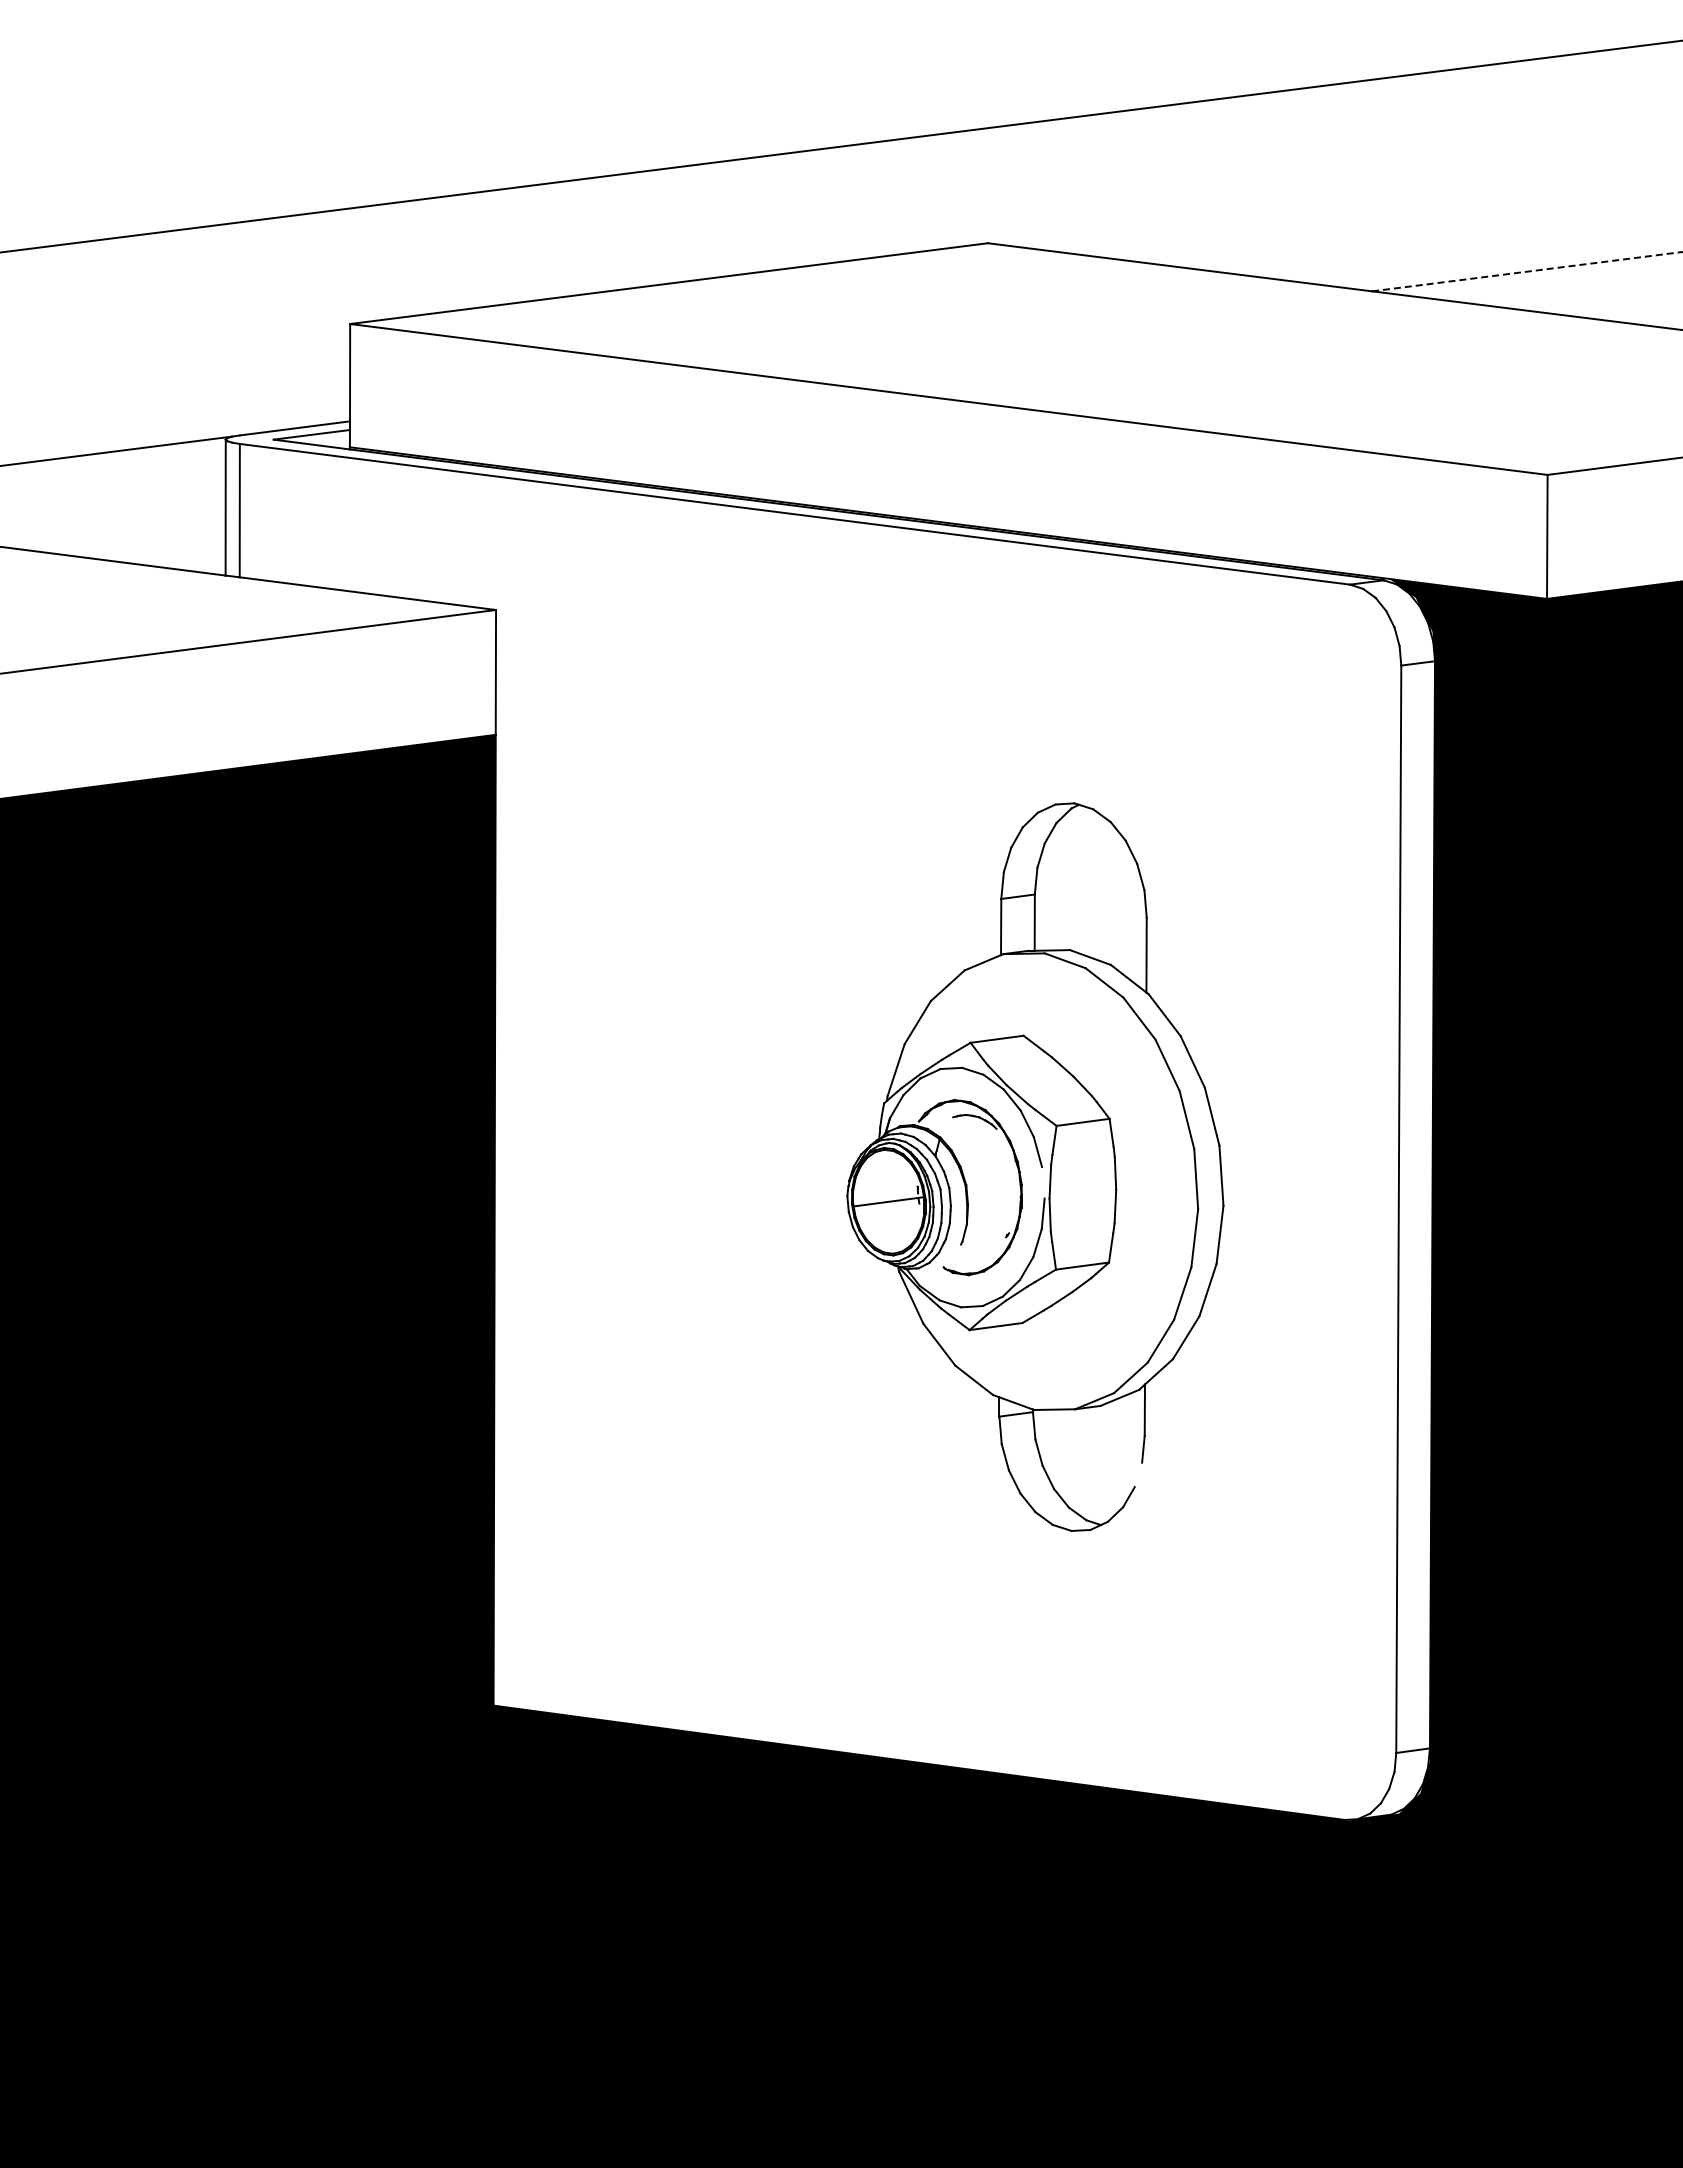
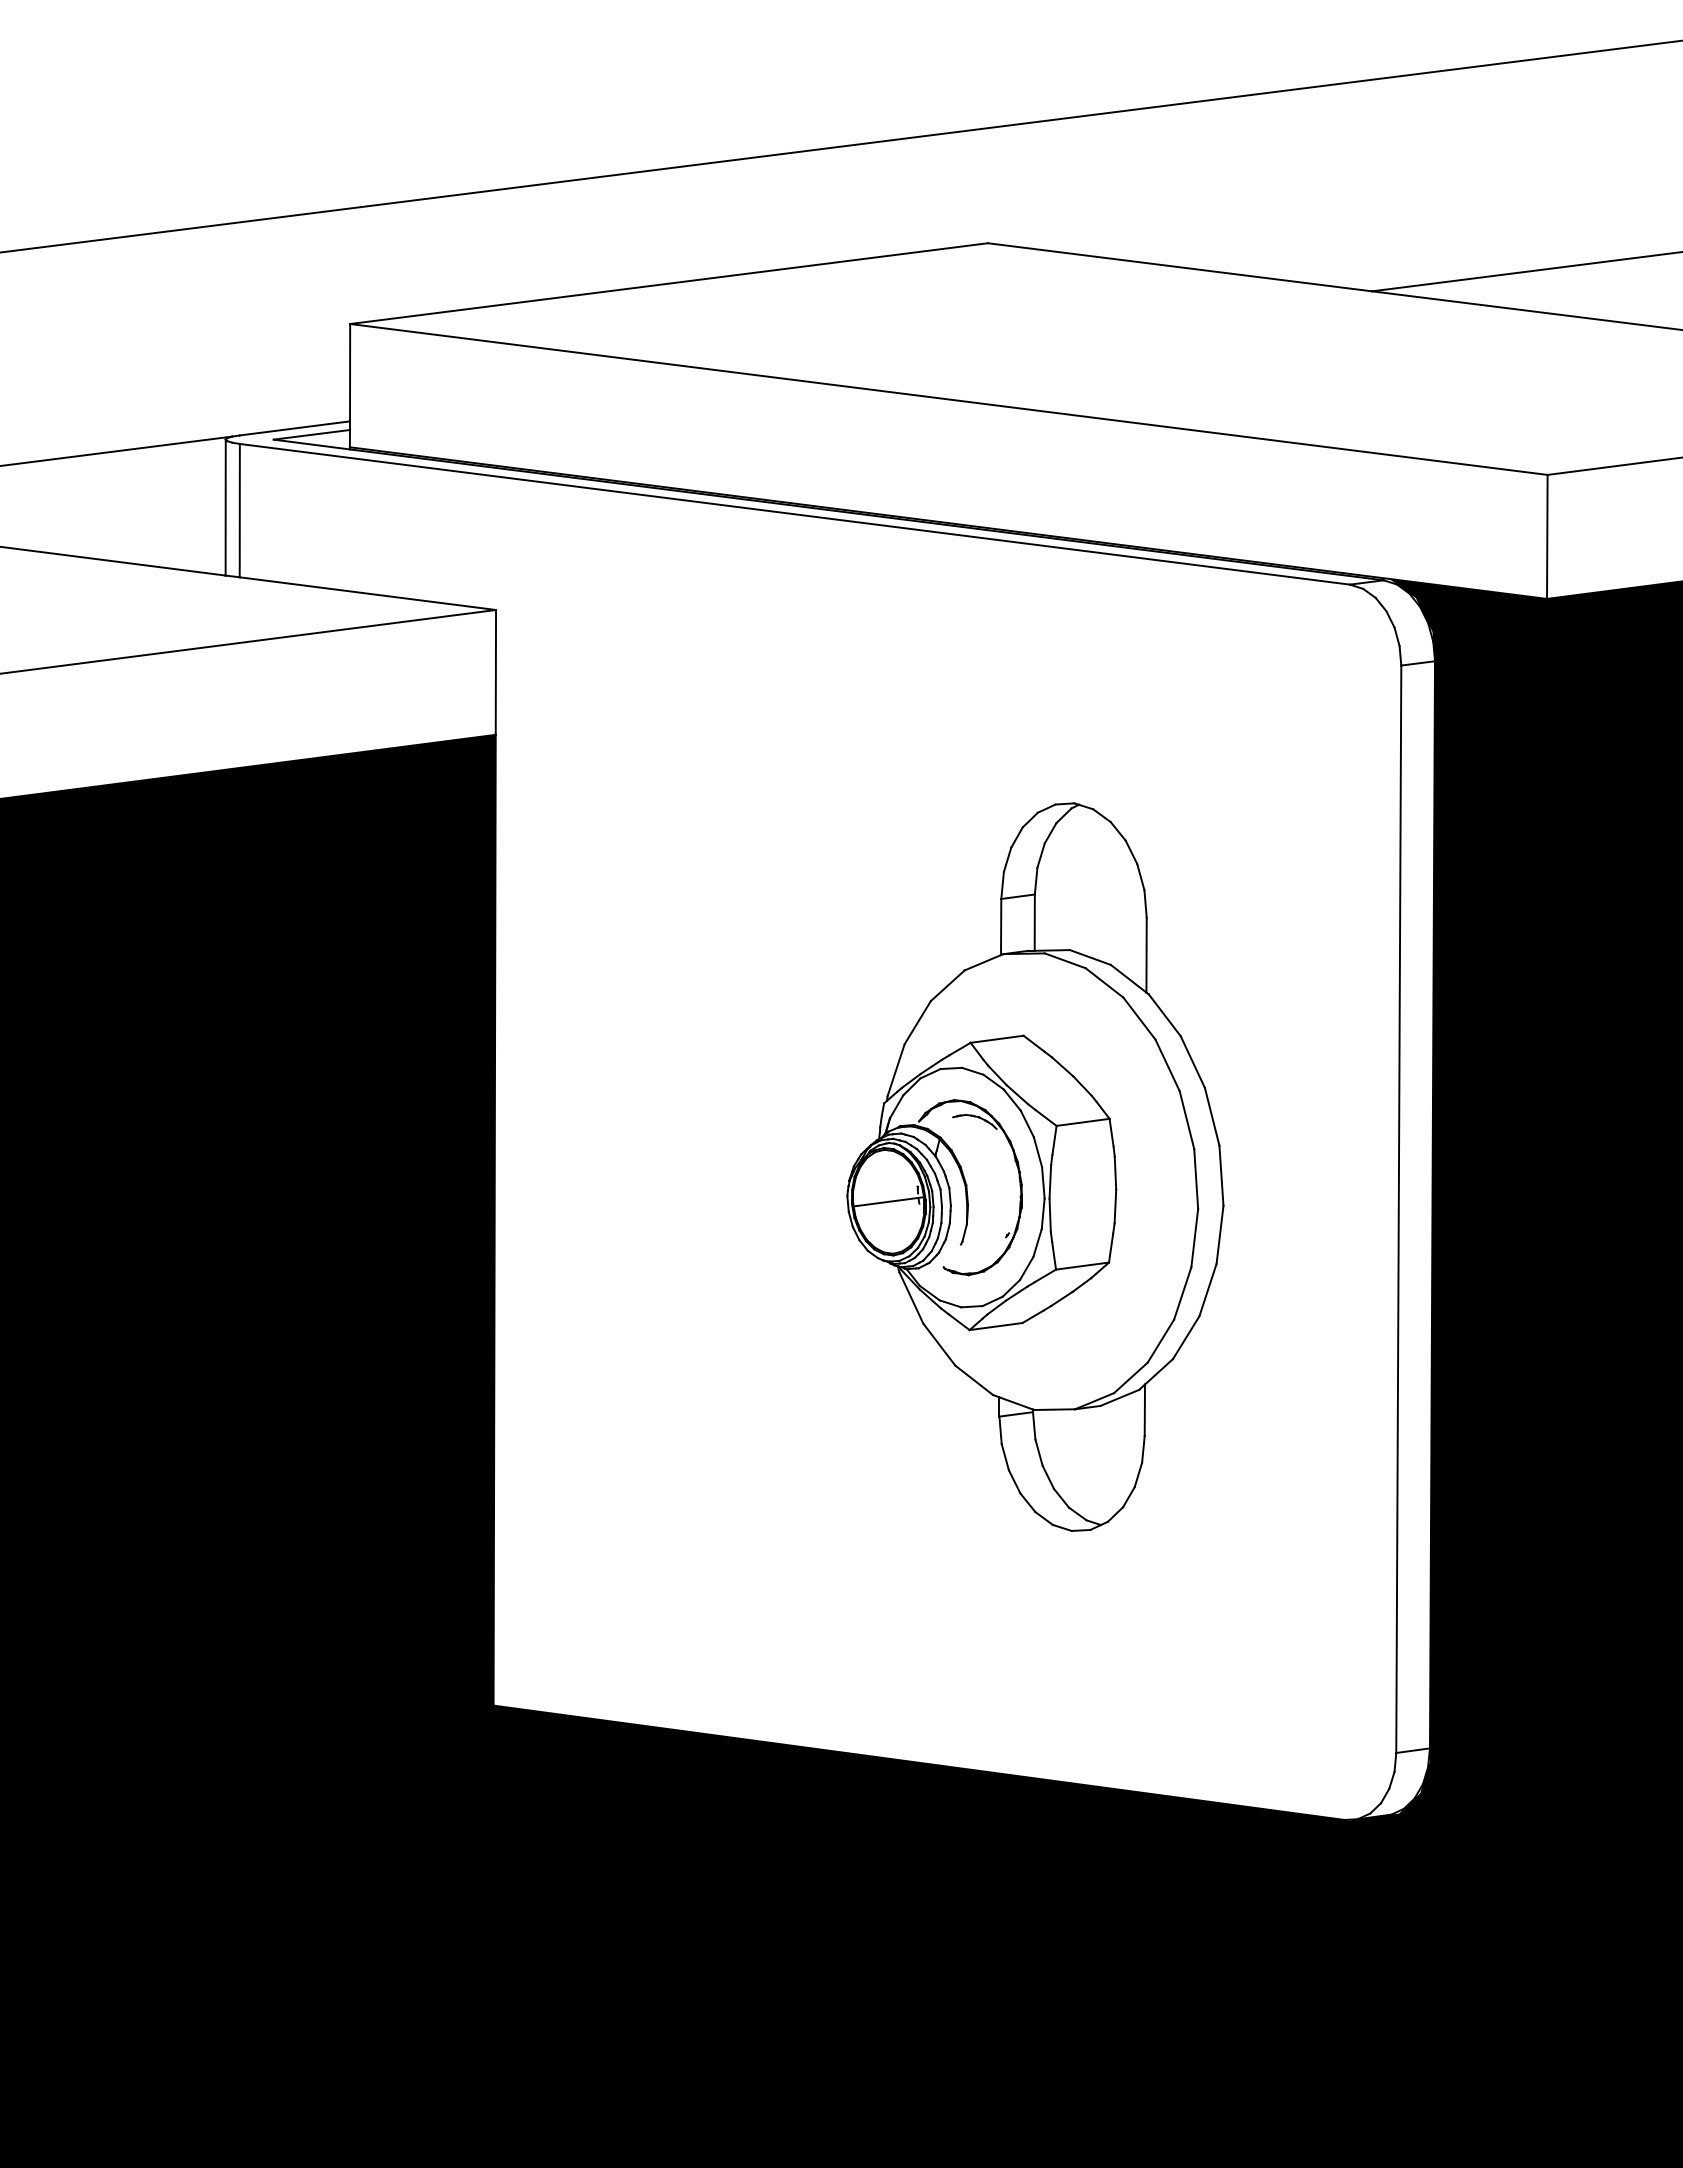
line at (1527, 271): dashed -> solid
line at (1043, 1182): none -> present
line at (1138, 1474): none -> present
